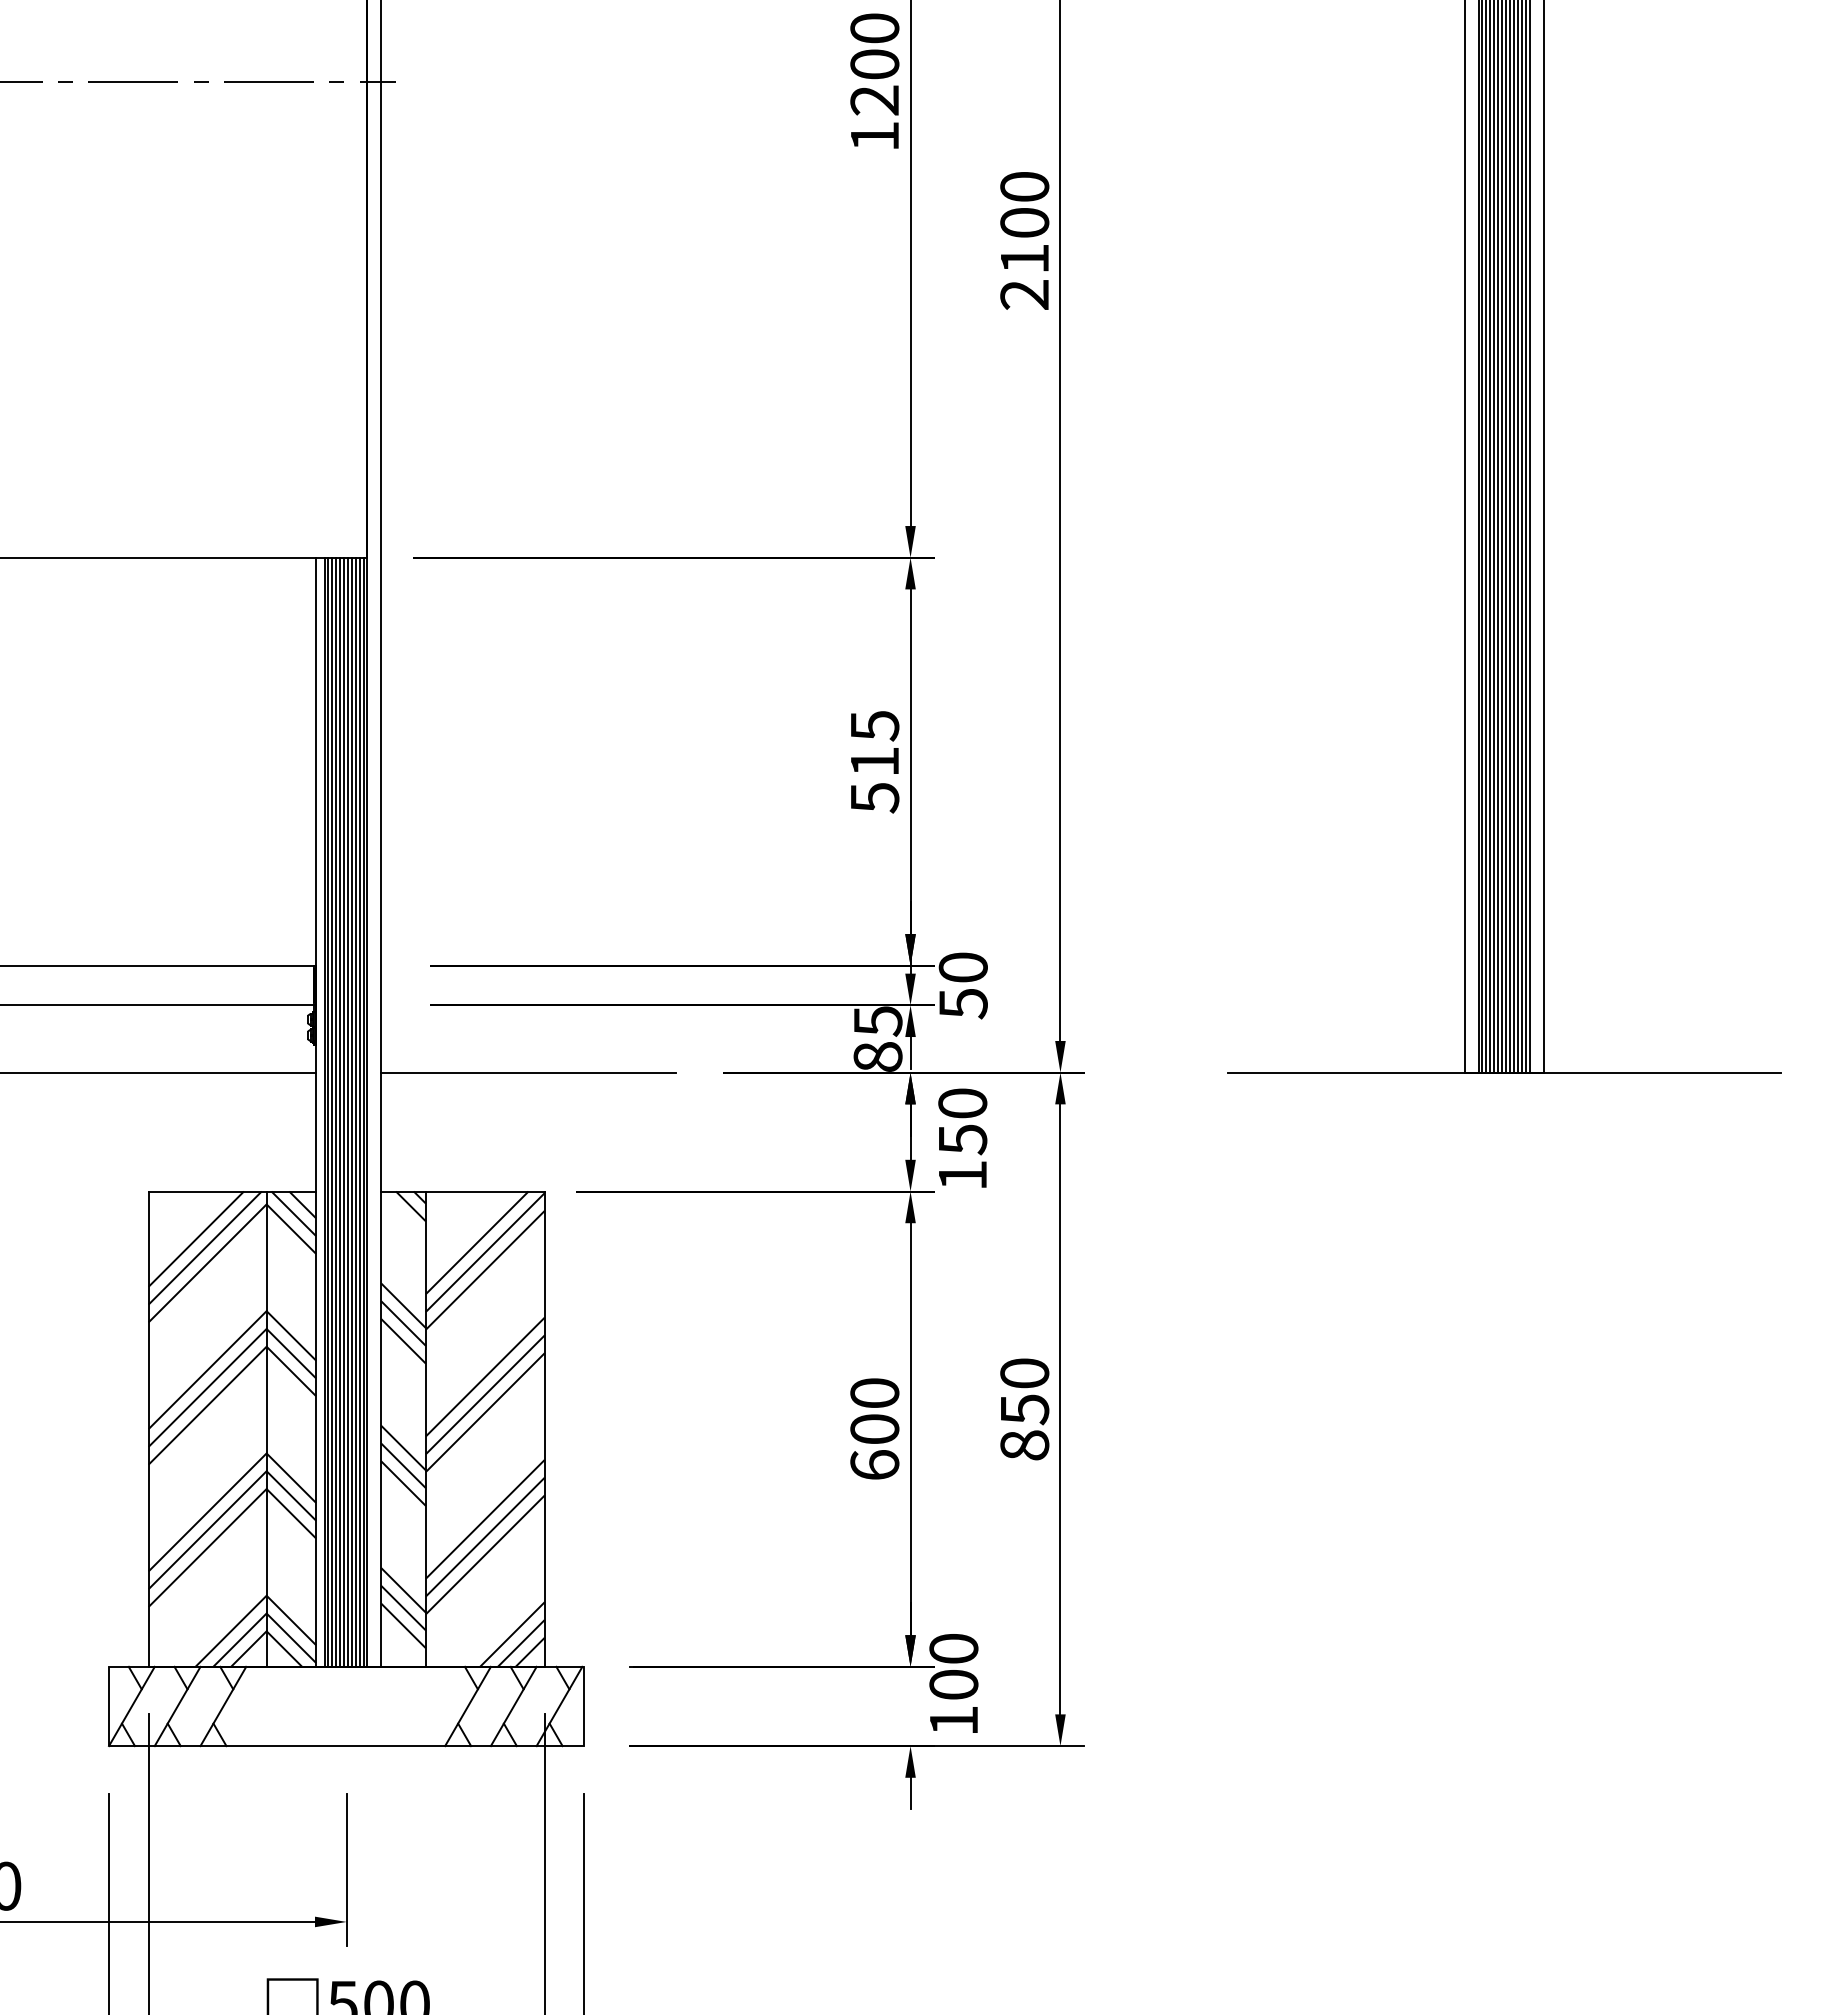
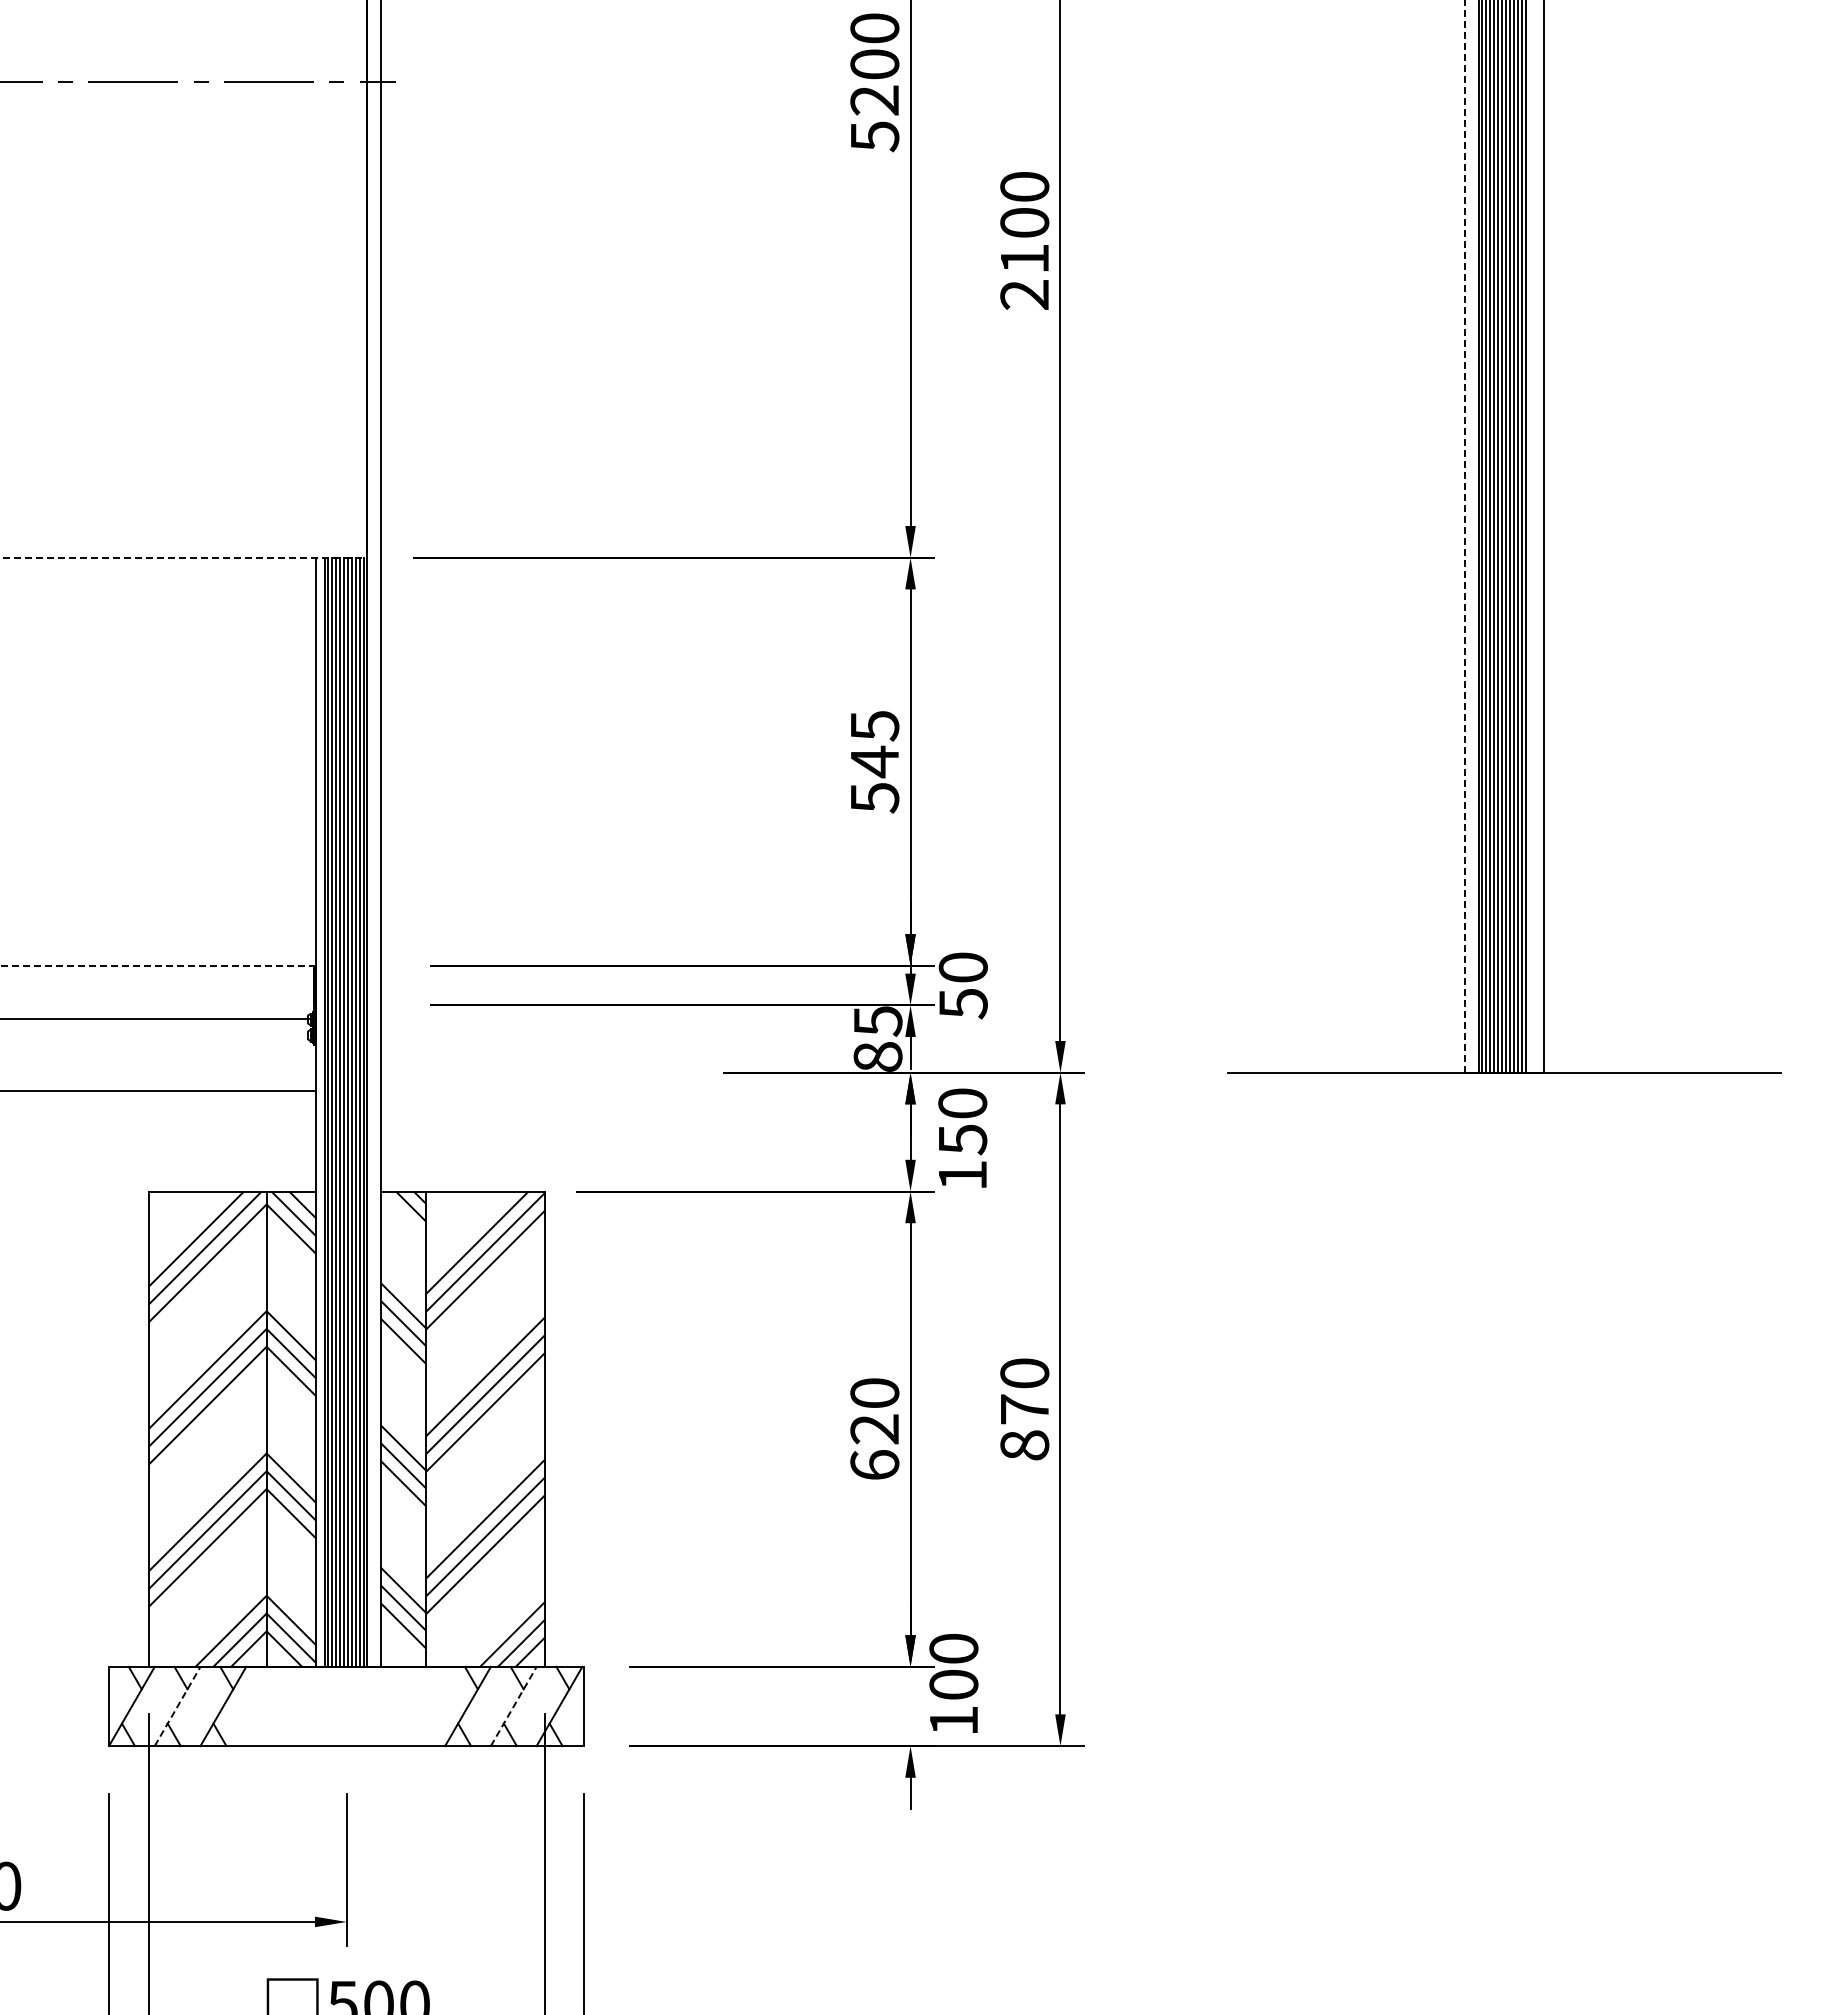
text at (875, 136): 1200 -> 5200
line at (1464, 536): solid -> dashed
line at (1530, 537): present -> none
line at (183, 557): solid -> dashed
text at (874, 761): 515 -> 545
line at (157, 965): solid -> dashed
line at (157, 1005) position: (157, 1005) -> (157, 1019)
line at (159, 1072) position: (159, 1072) -> (159, 1090)
line at (528, 1072): present -> none
text at (1025, 1409): 850 -> 870
text at (874, 1429): 600 -> 620
line at (177, 1706): solid -> dashed
line at (513, 1706): solid -> dashed
